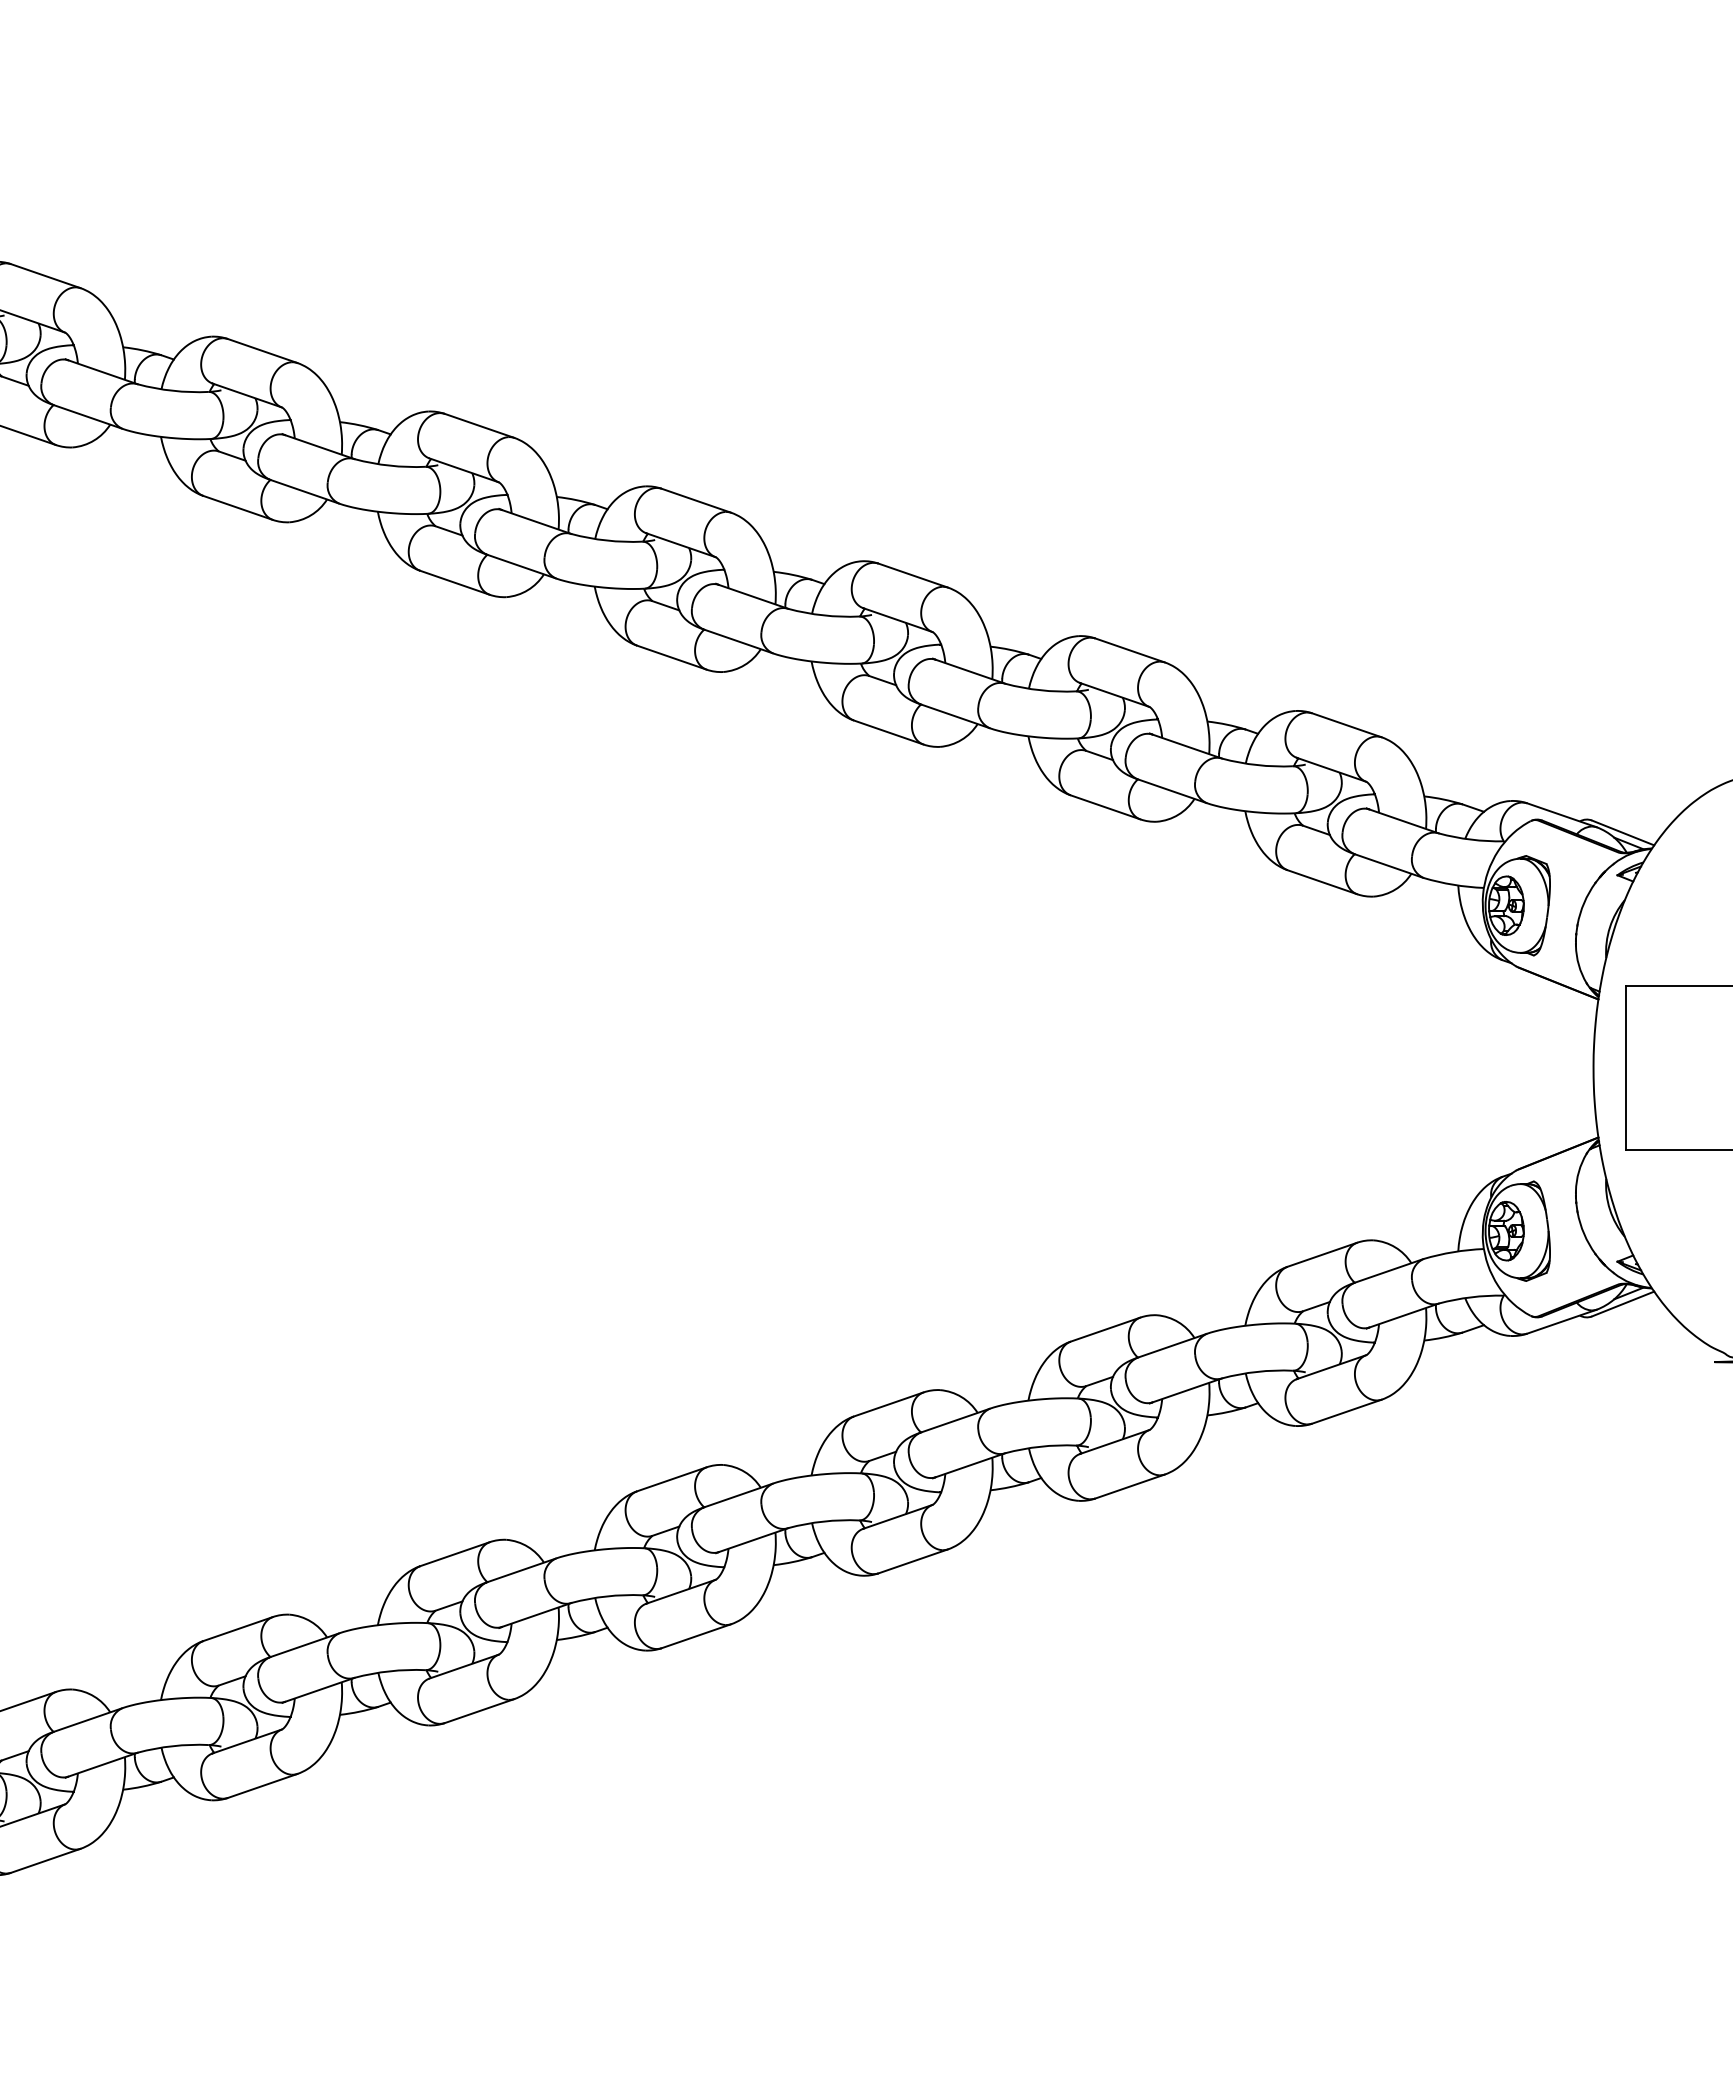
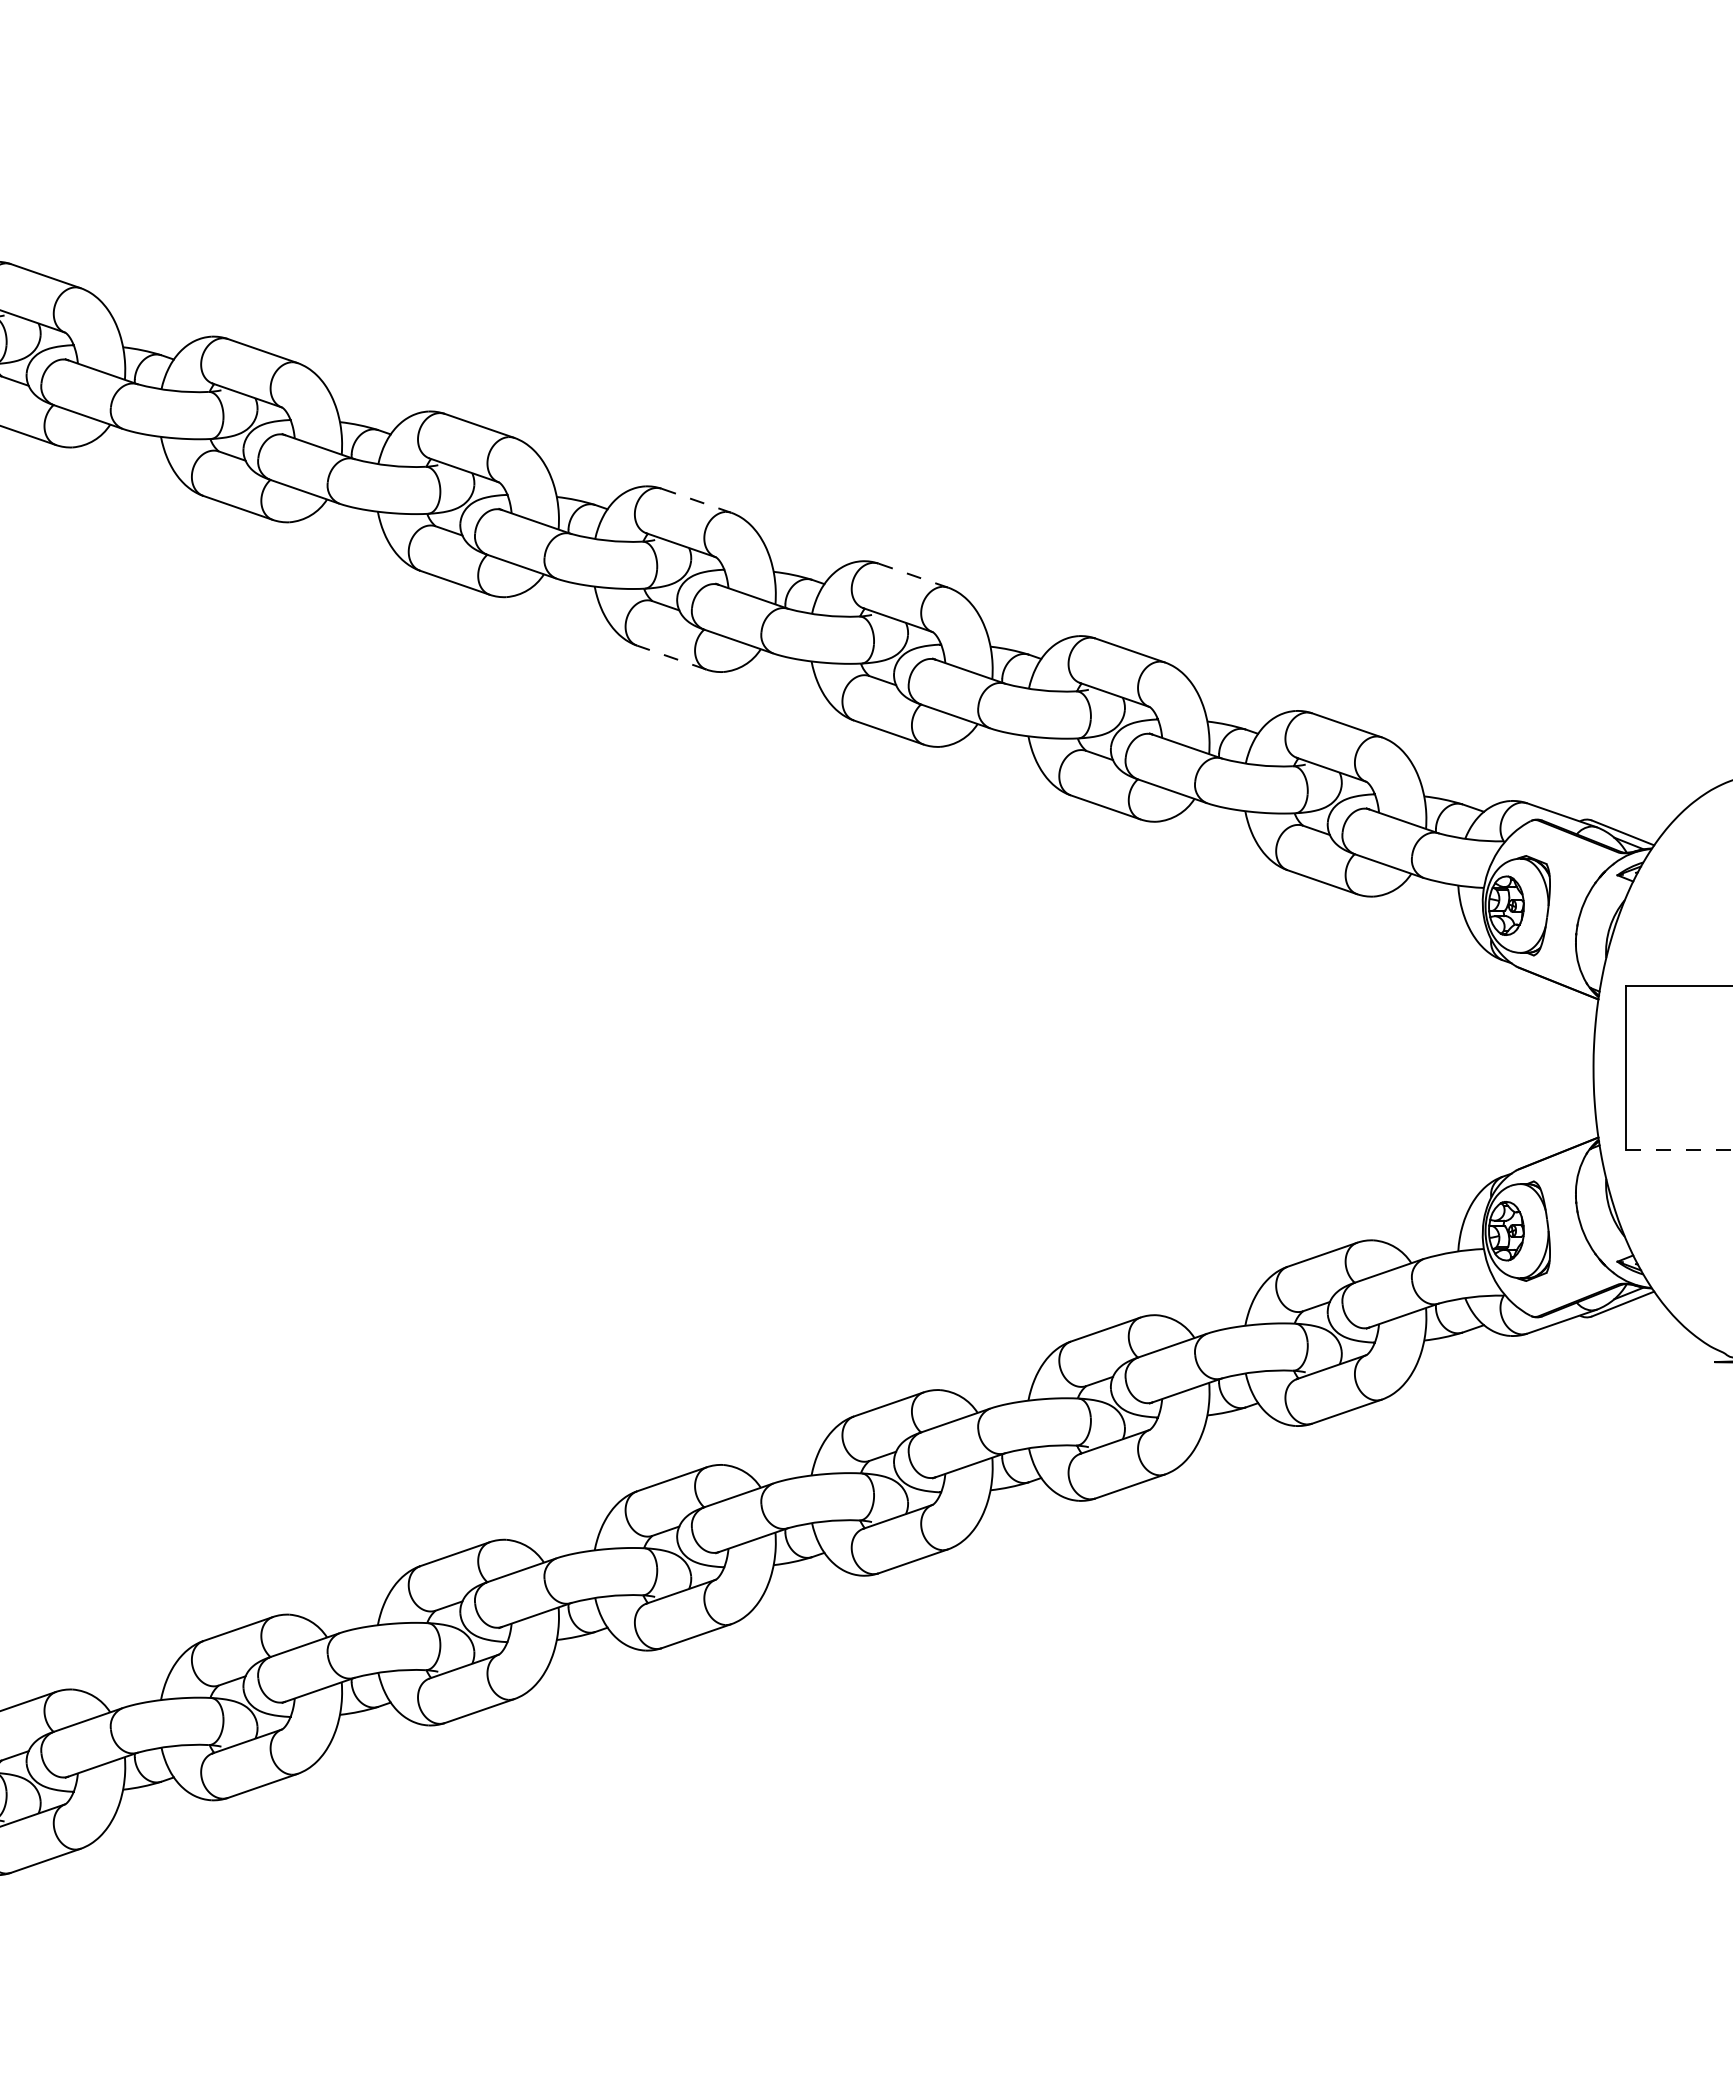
line at (696, 500): solid -> dashed
line at (913, 575): solid -> dashed
line at (671, 657): solid -> dashed
line at (1679, 1150): solid -> dashed
